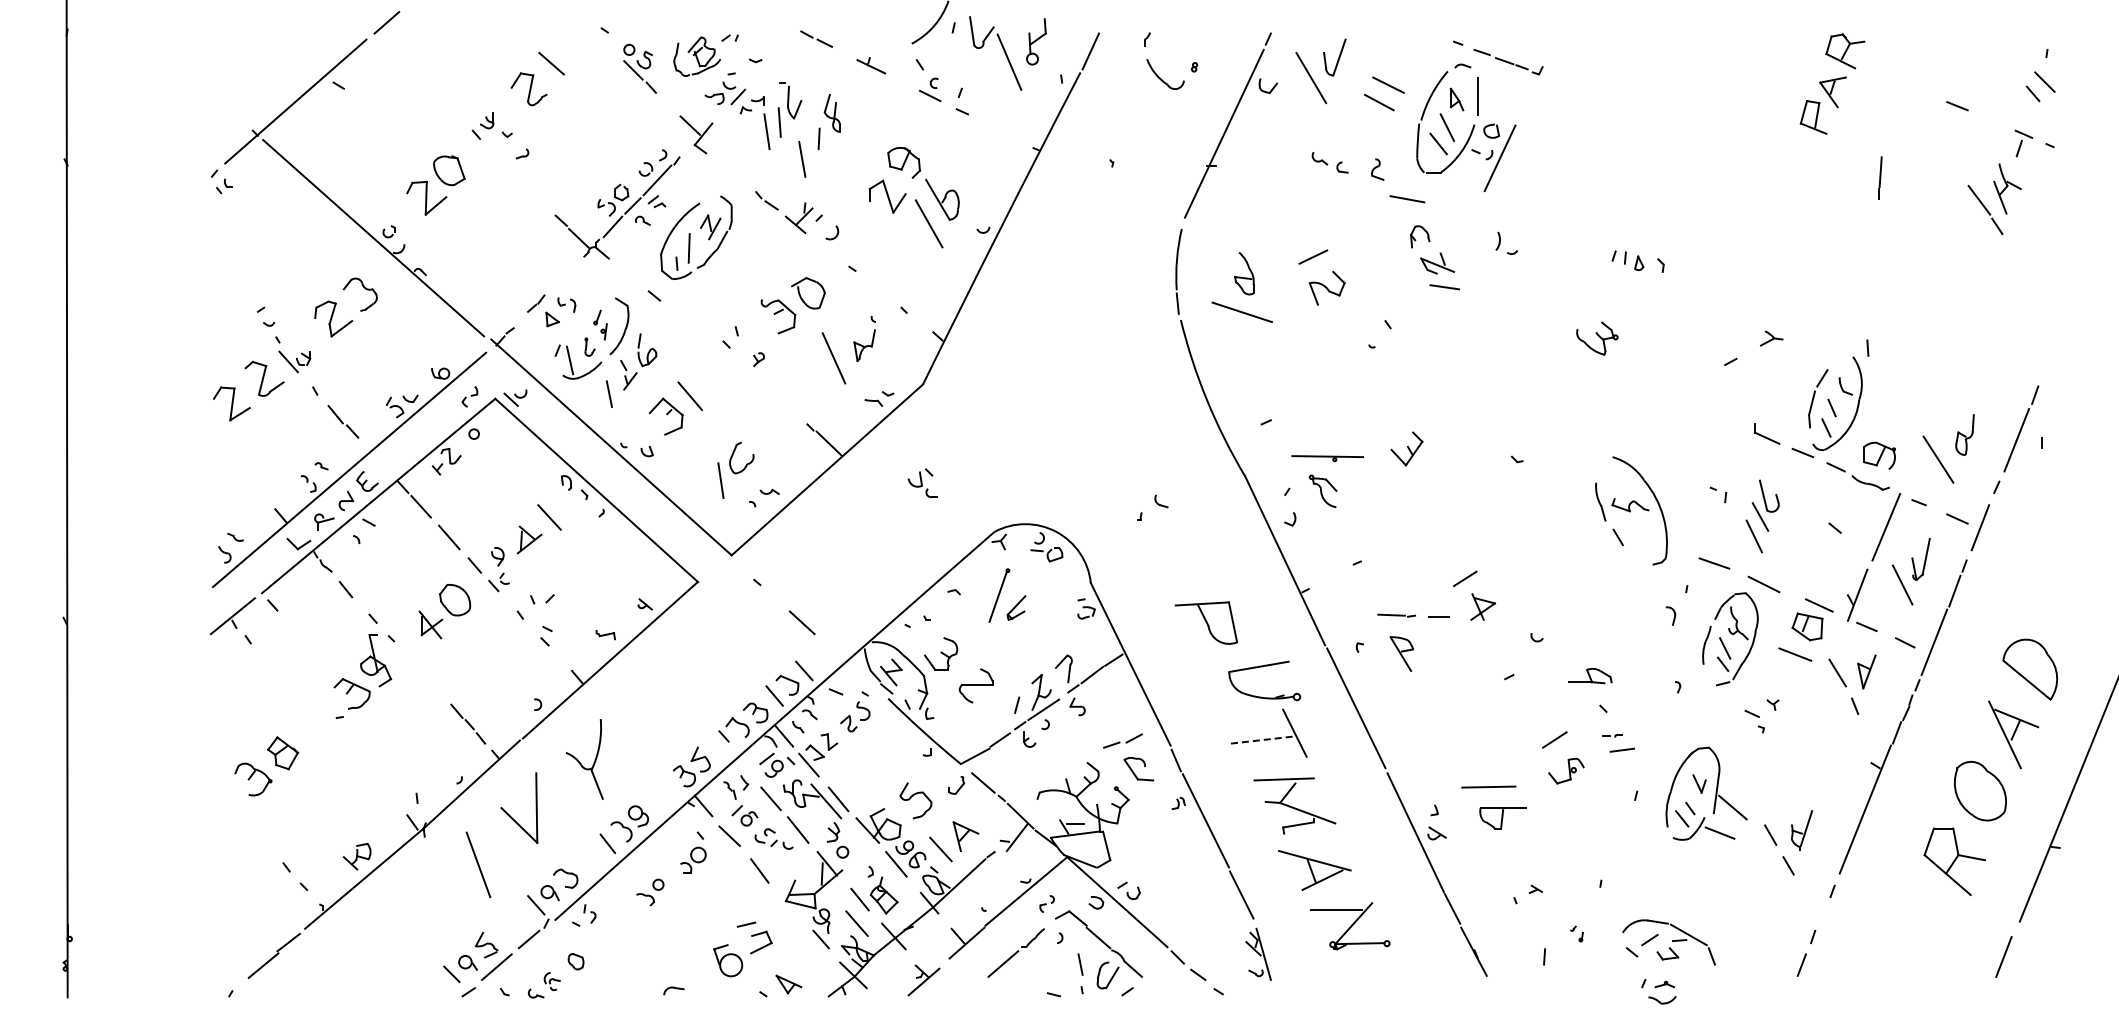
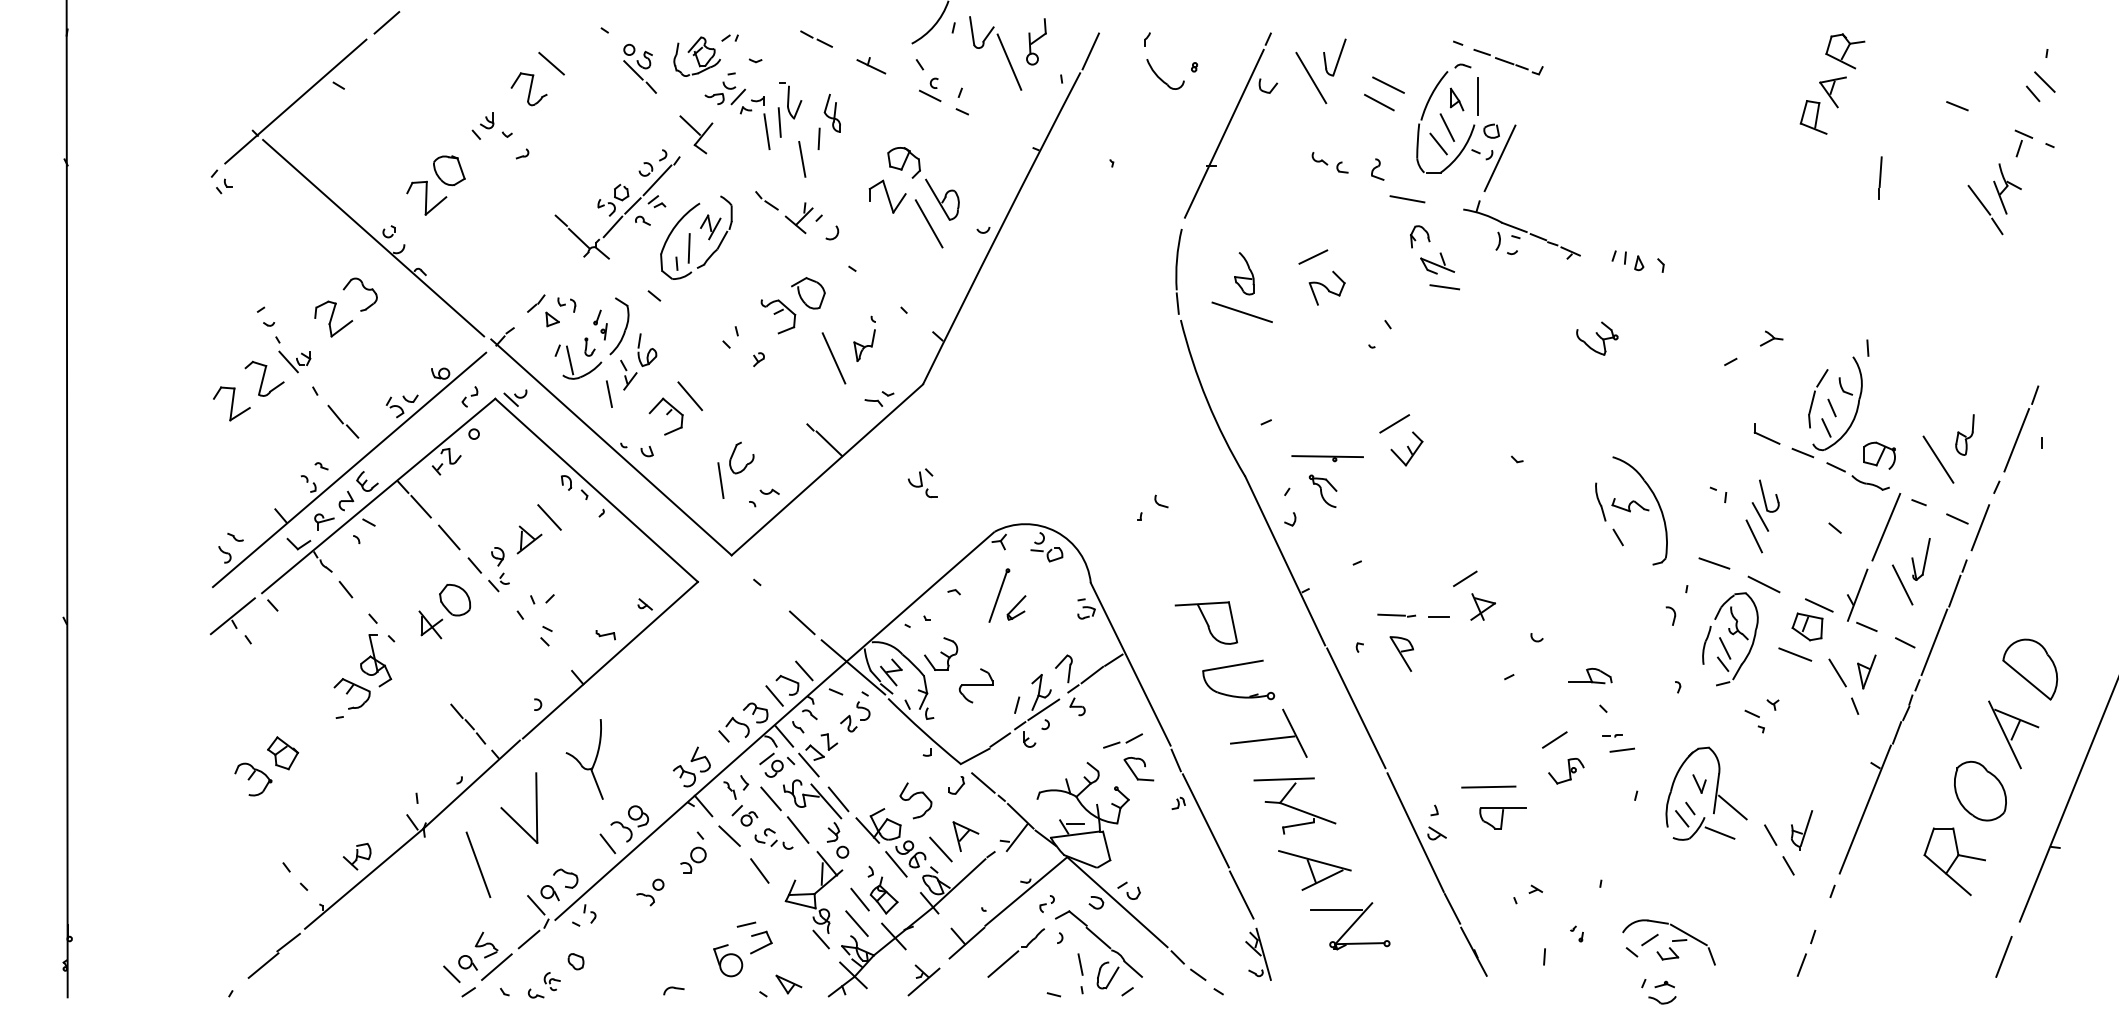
part at (1521, 229): none -> present
line at (1394, 423): none -> present
line at (853, 667): none -> present
part at (1262, 667) position: (1262, 667) -> (1236, 666)
line at (1262, 740): dashed -> solid
